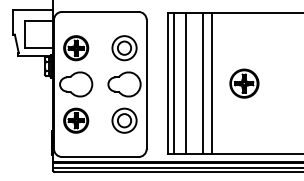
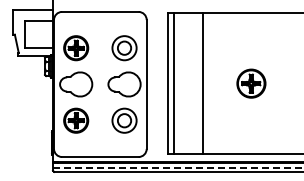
line at (186, 83): present -> none
line at (212, 83): present -> none
part at (244, 83) position: (244, 83) -> (251, 83)
line at (178, 167): solid -> dashed
